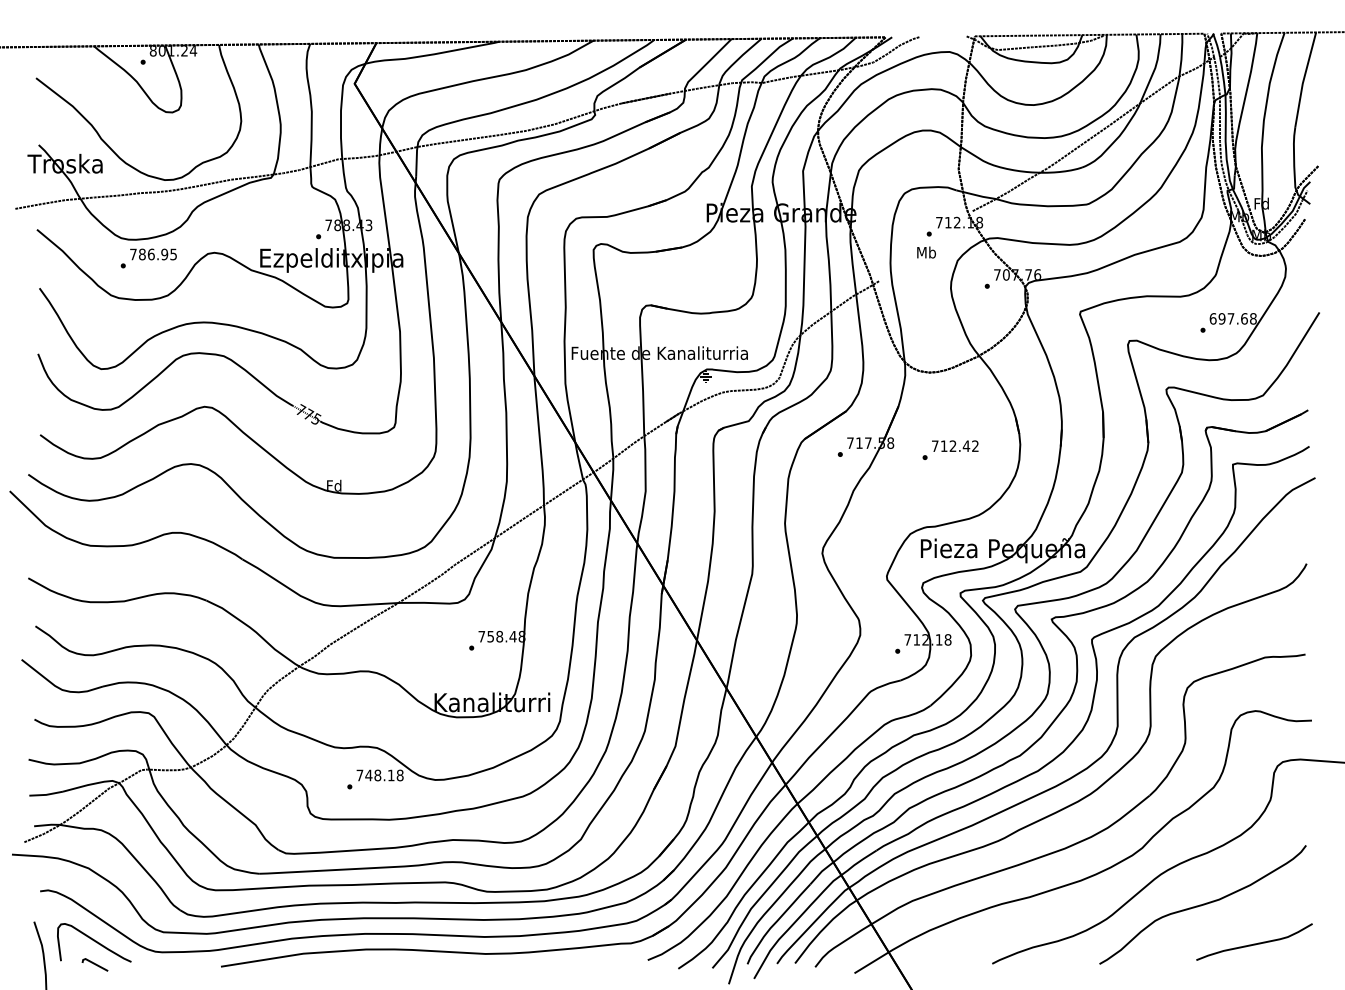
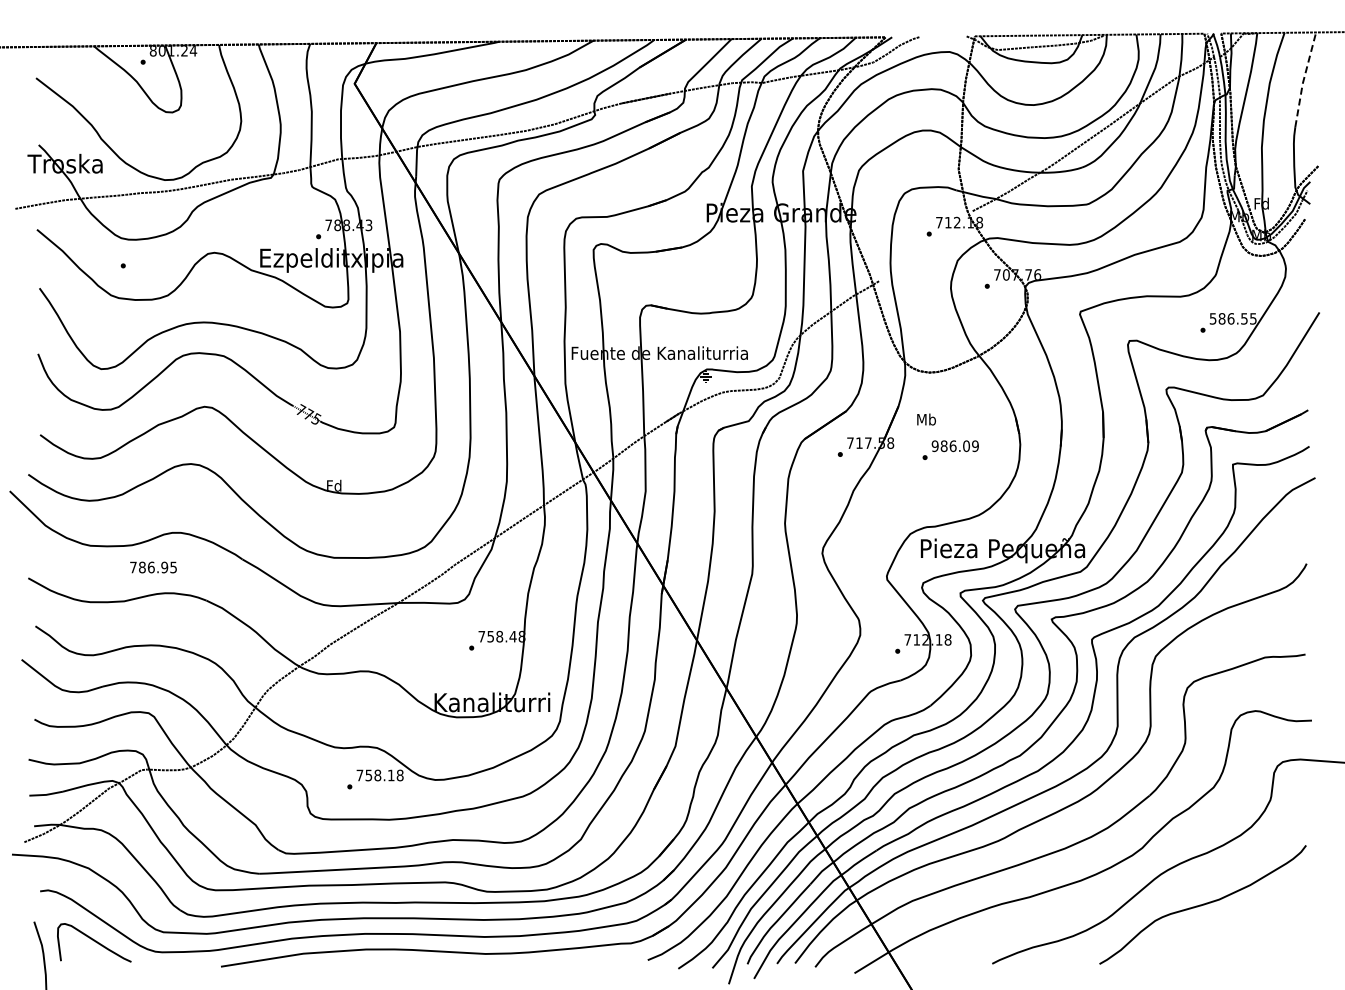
line at (1303, 79): solid -> dashed
text at (926, 252) position: (926, 252) -> (926, 419)
text at (153, 254) position: (153, 254) -> (153, 567)
text at (1232, 318): 697.68 -> 586.55
text at (954, 446): 712.42 -> 986.09
text at (368, 775): 748.18 -> 758.18
curve at (1254, 943): present -> none
line at (94, 964): present -> none
